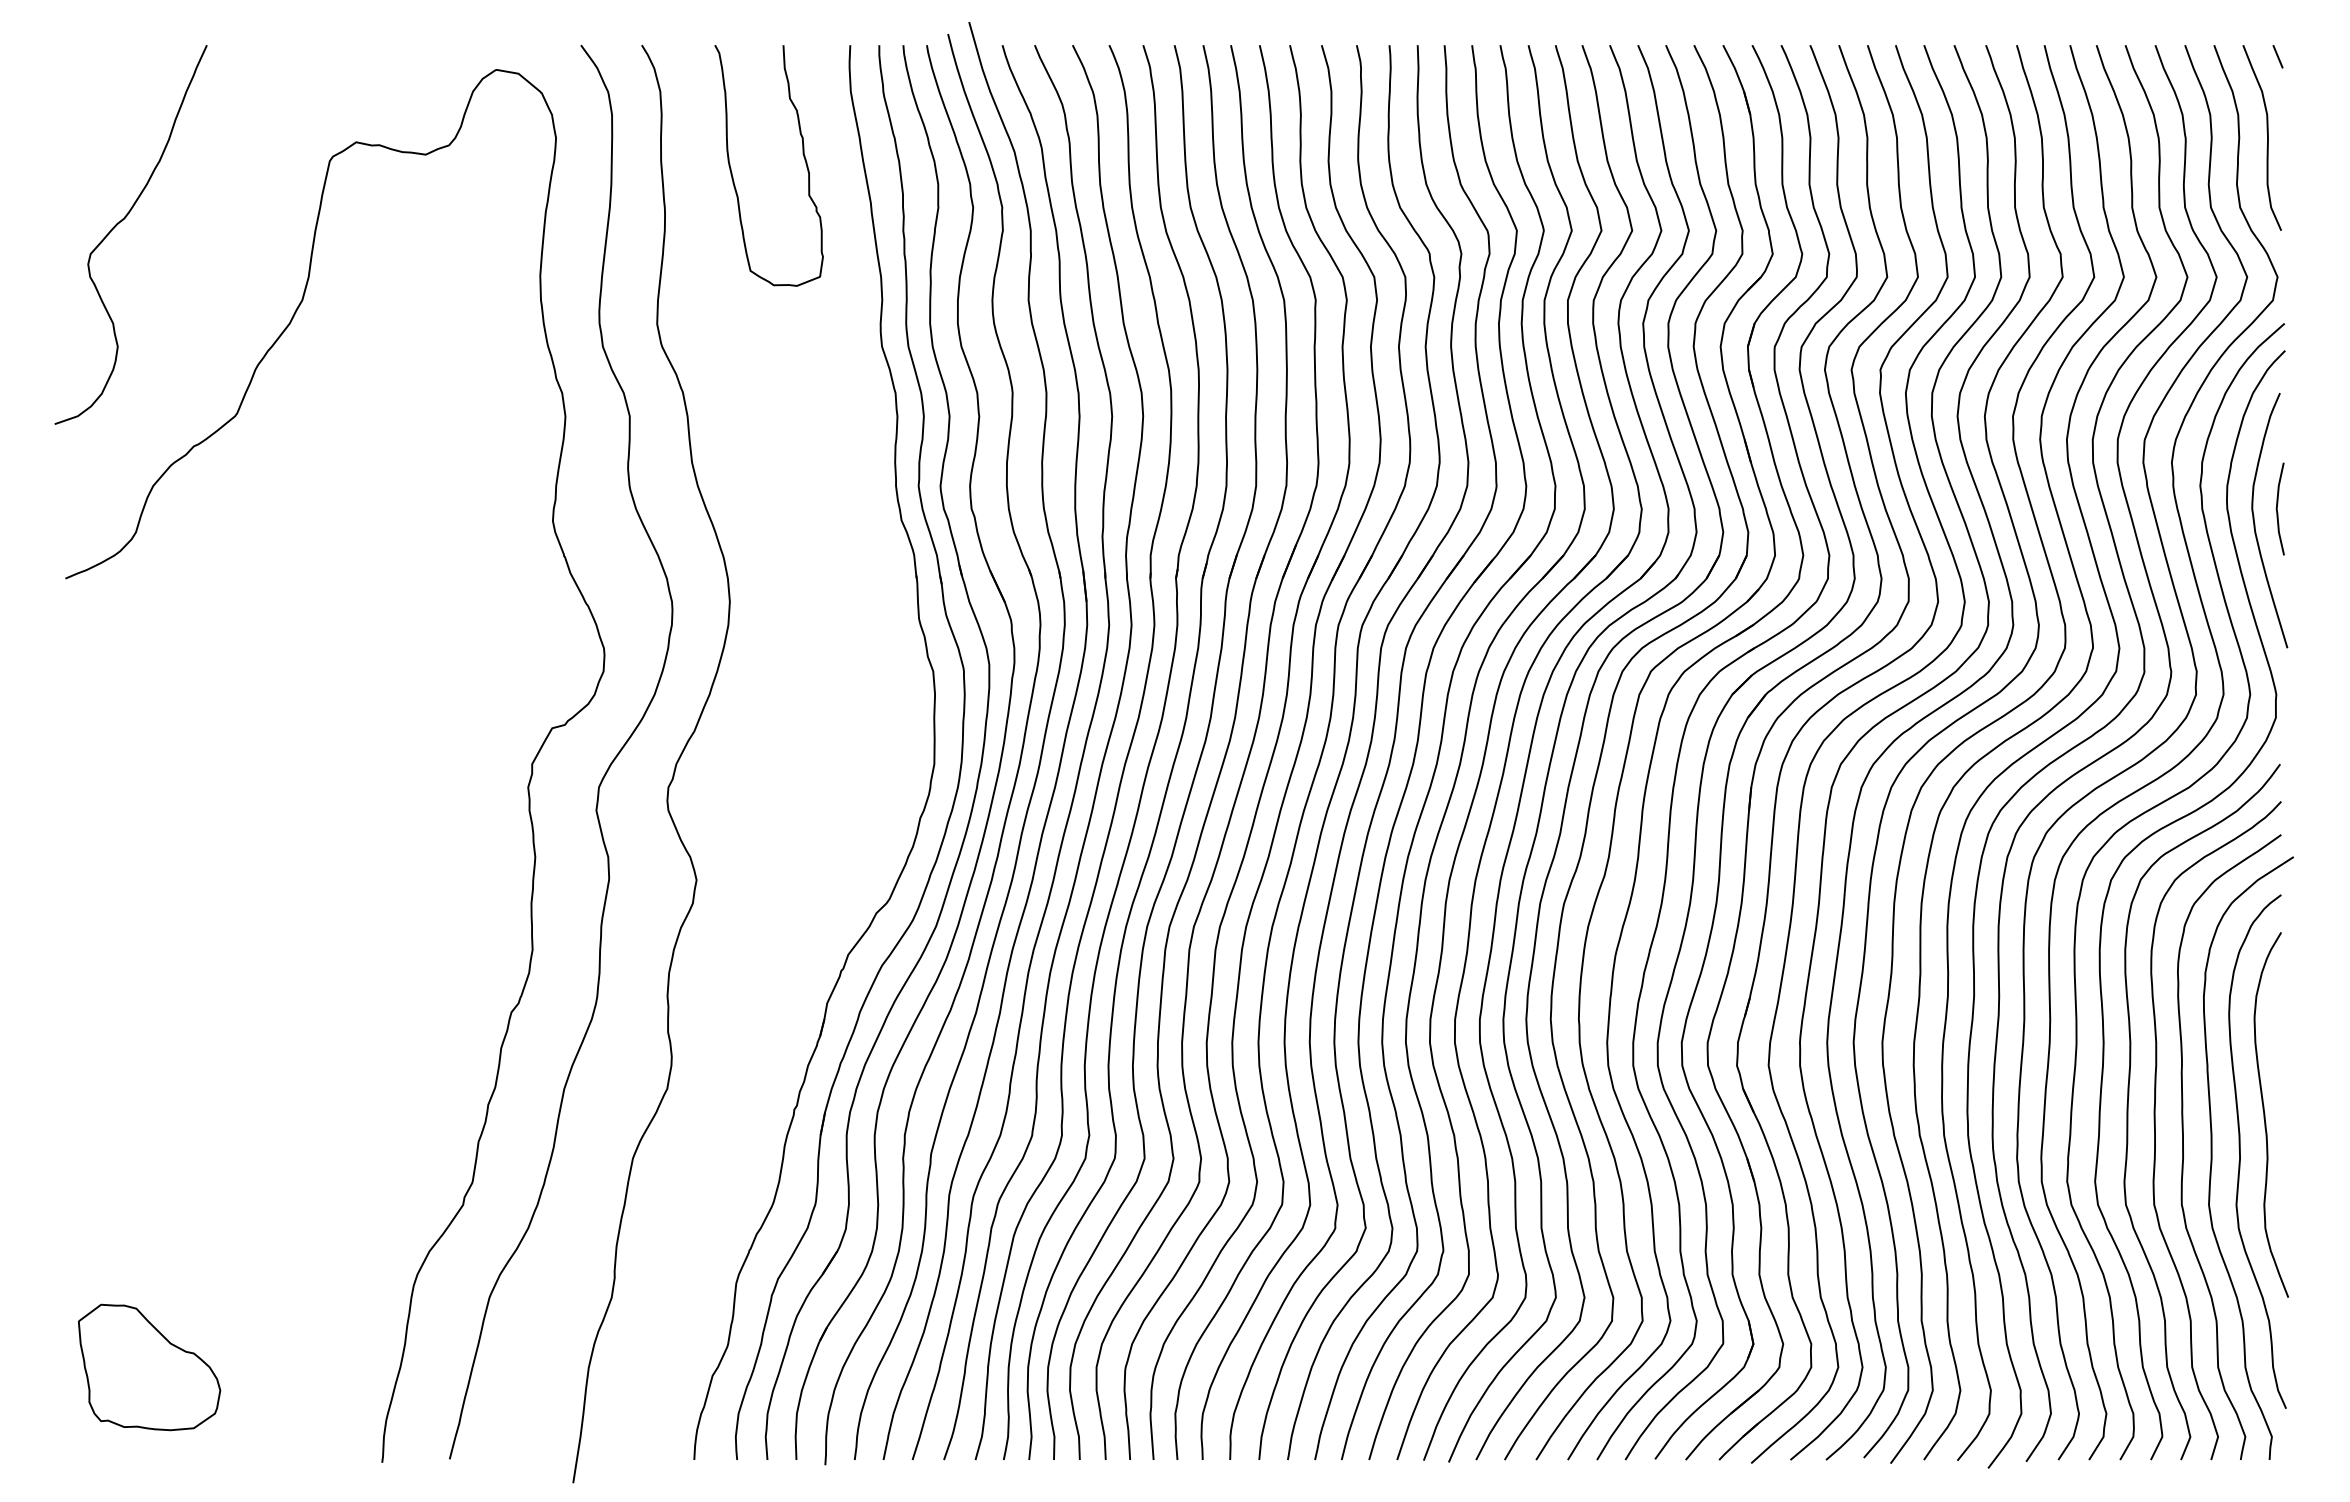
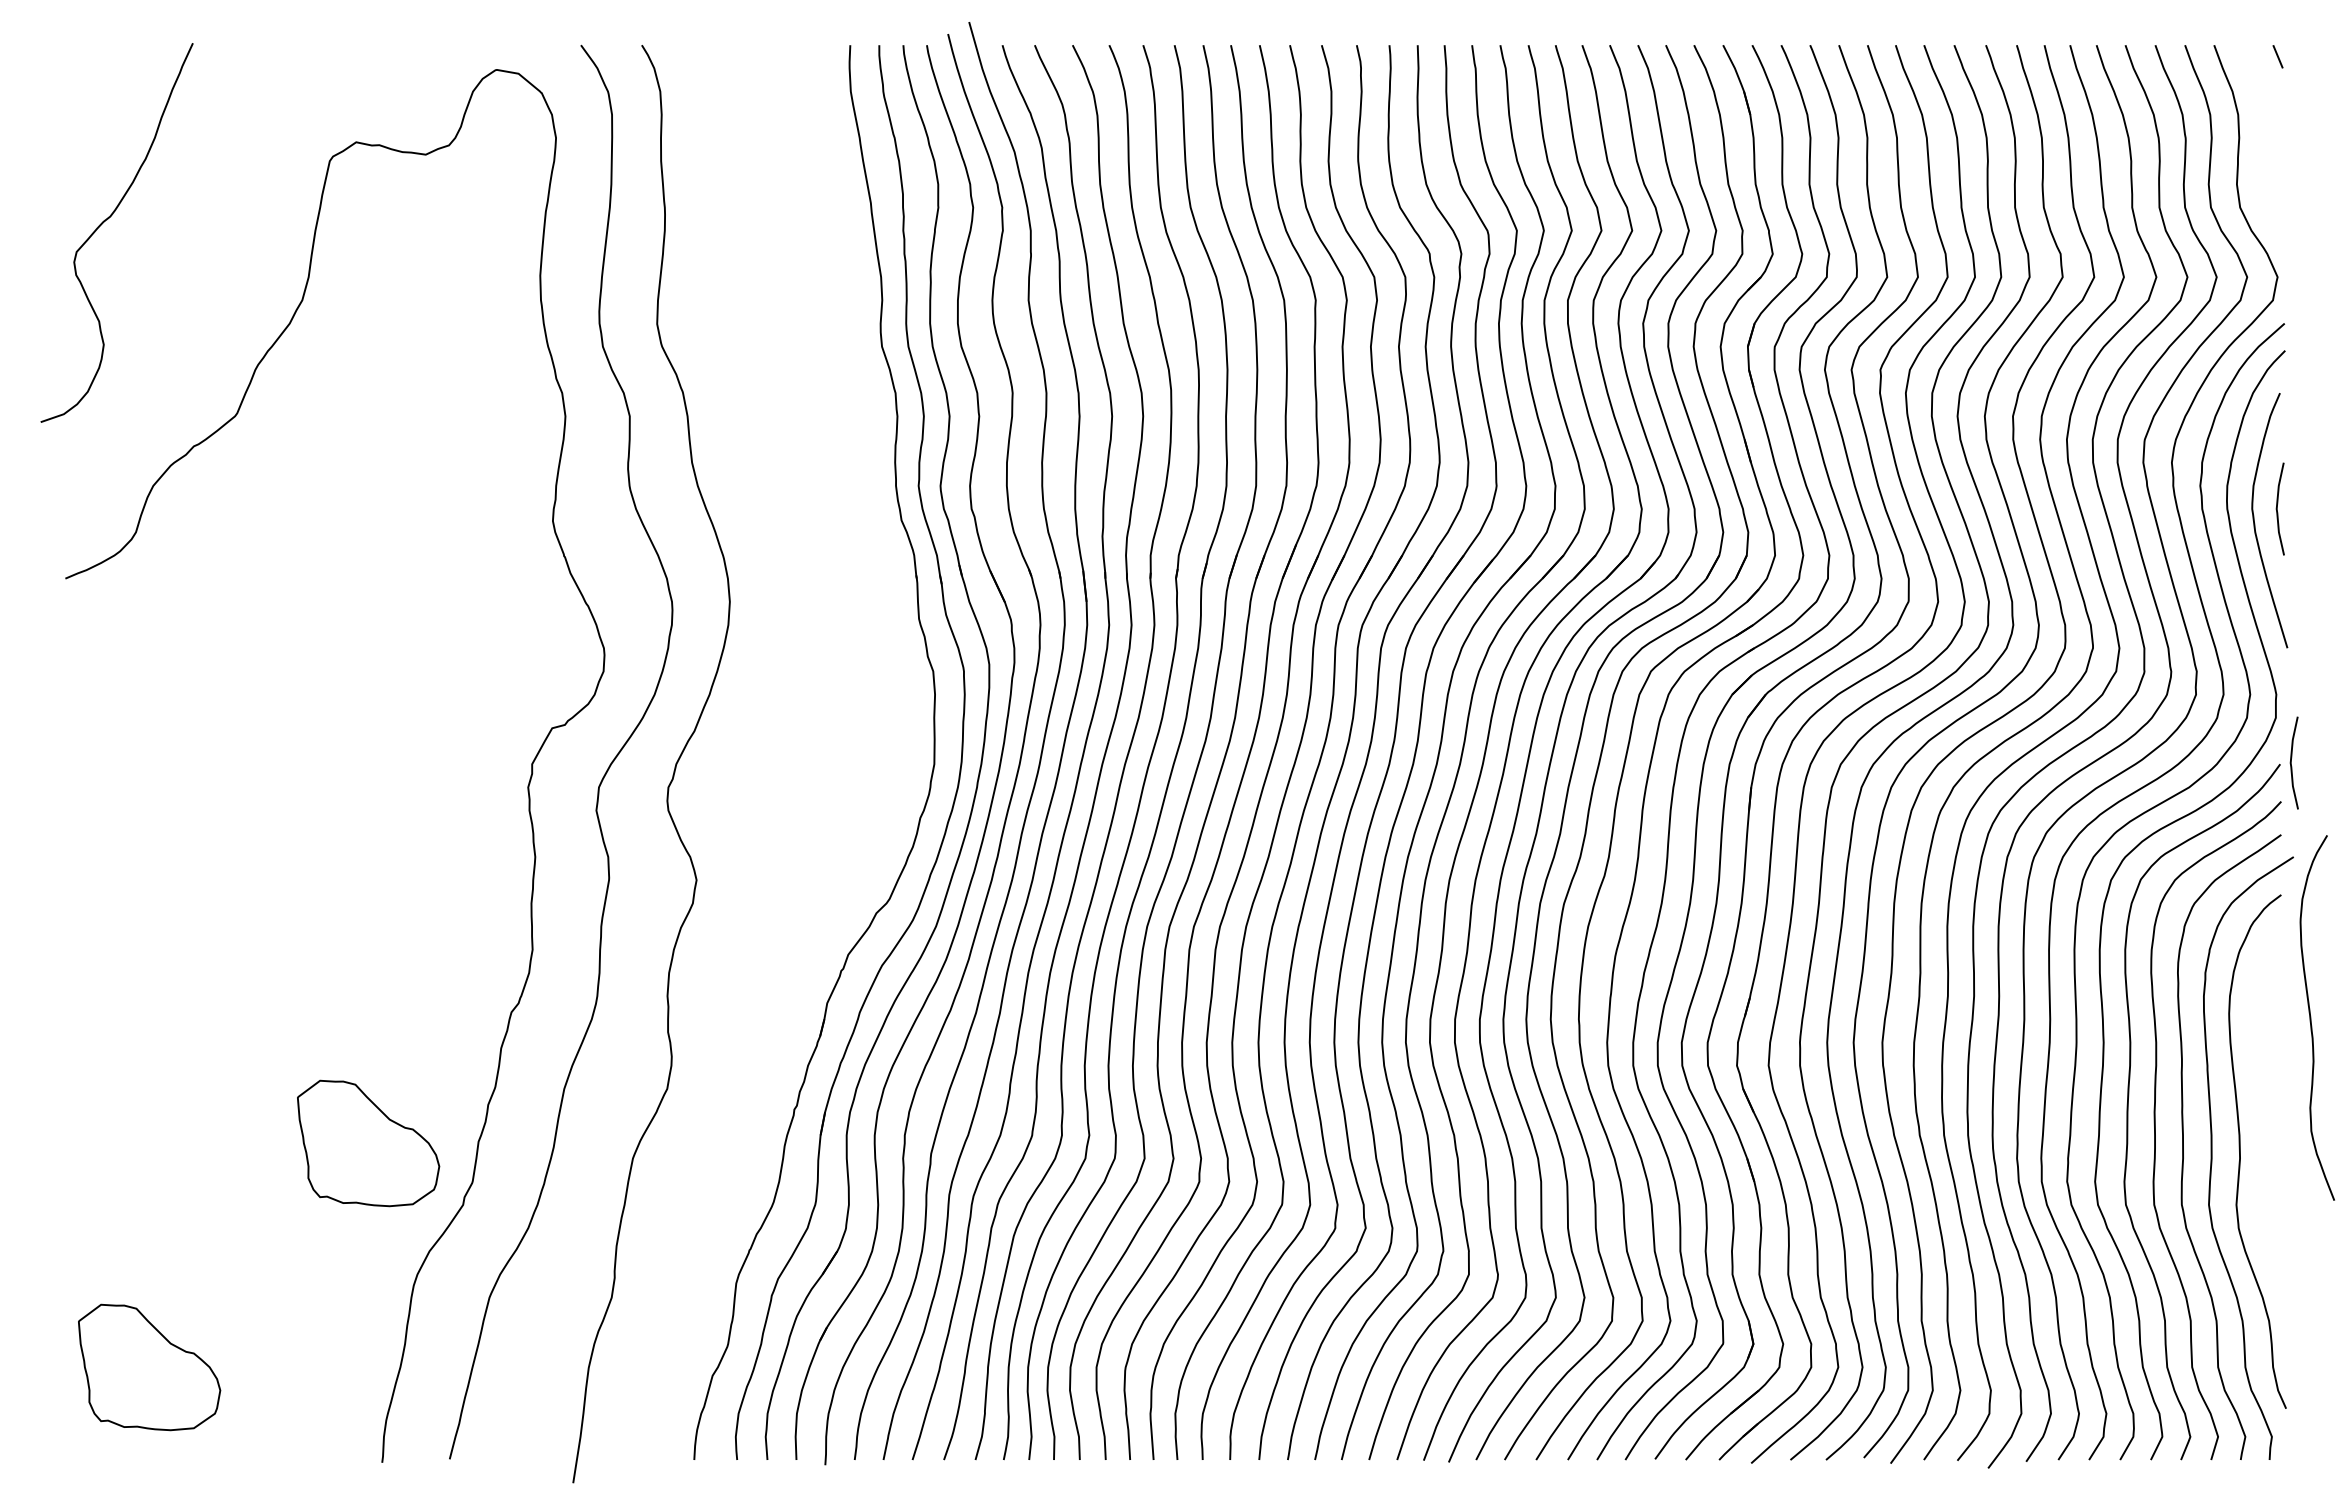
curve at (2267, 137): present -> none
curve at (802, 154): present -> none
curve at (122, 221) position: (122, 221) -> (108, 219)
curve at (2291, 762): none -> present
curve at (2265, 1114) position: (2265, 1114) -> (2311, 1017)
part at (368, 1143): none -> present
